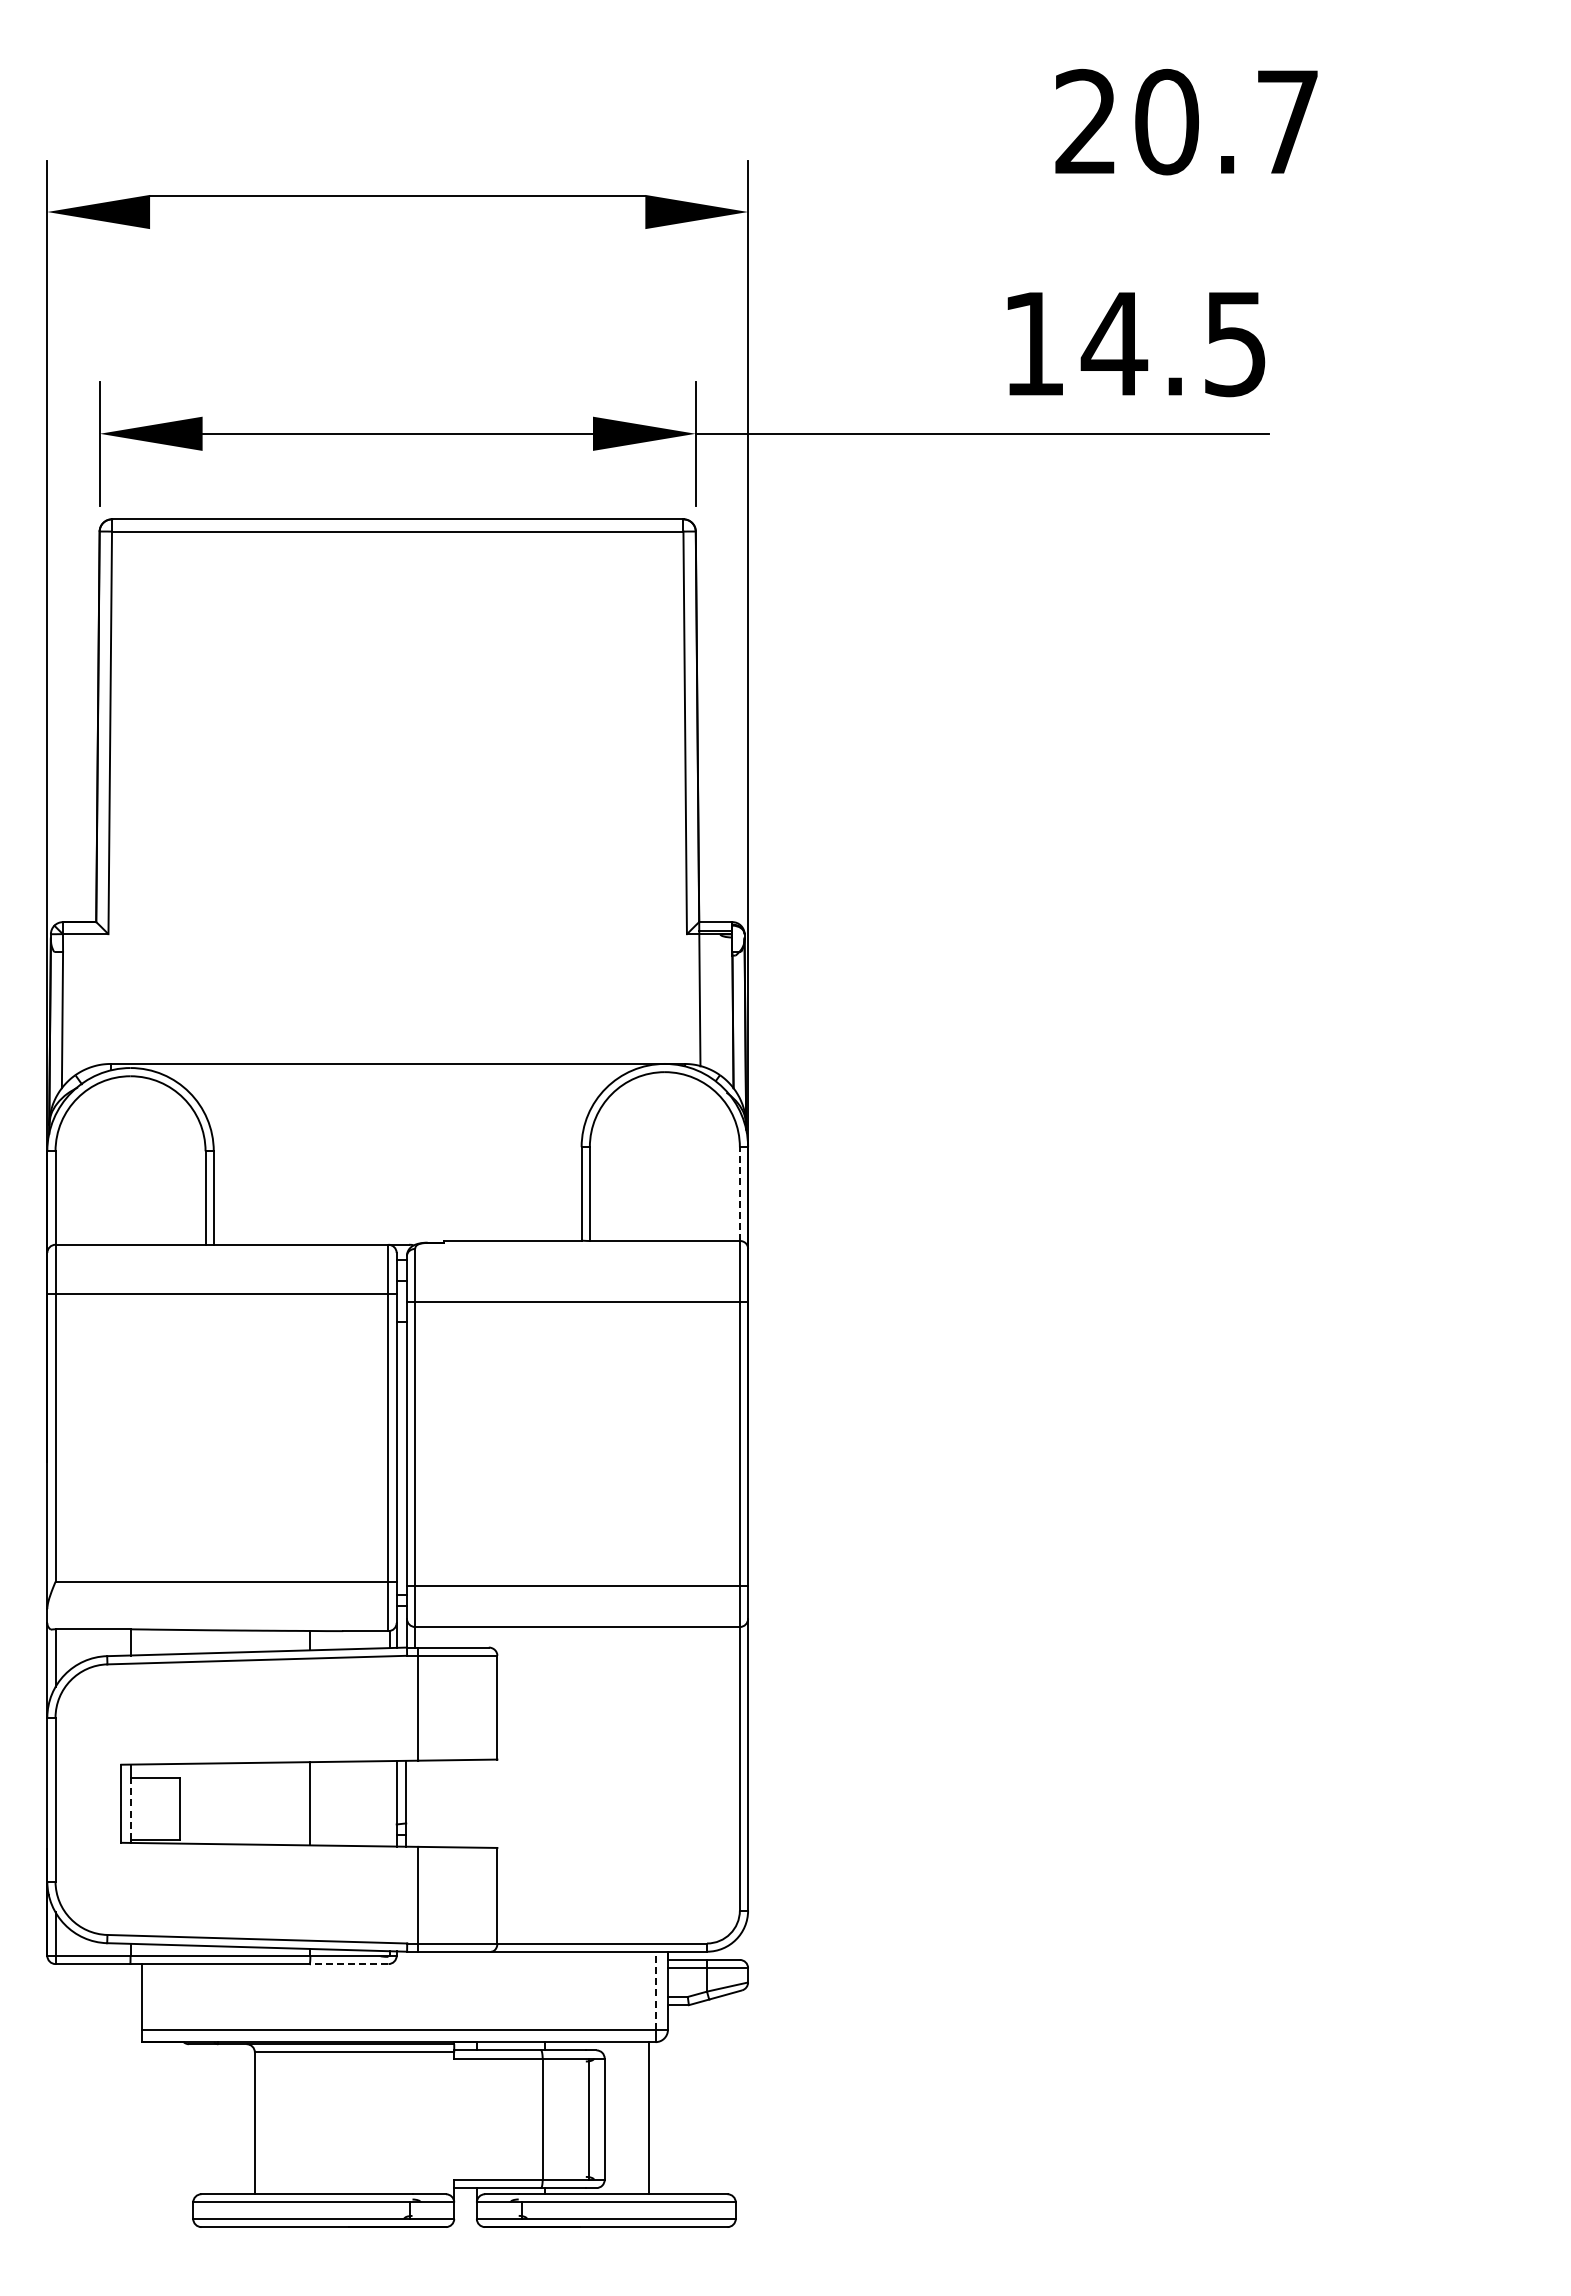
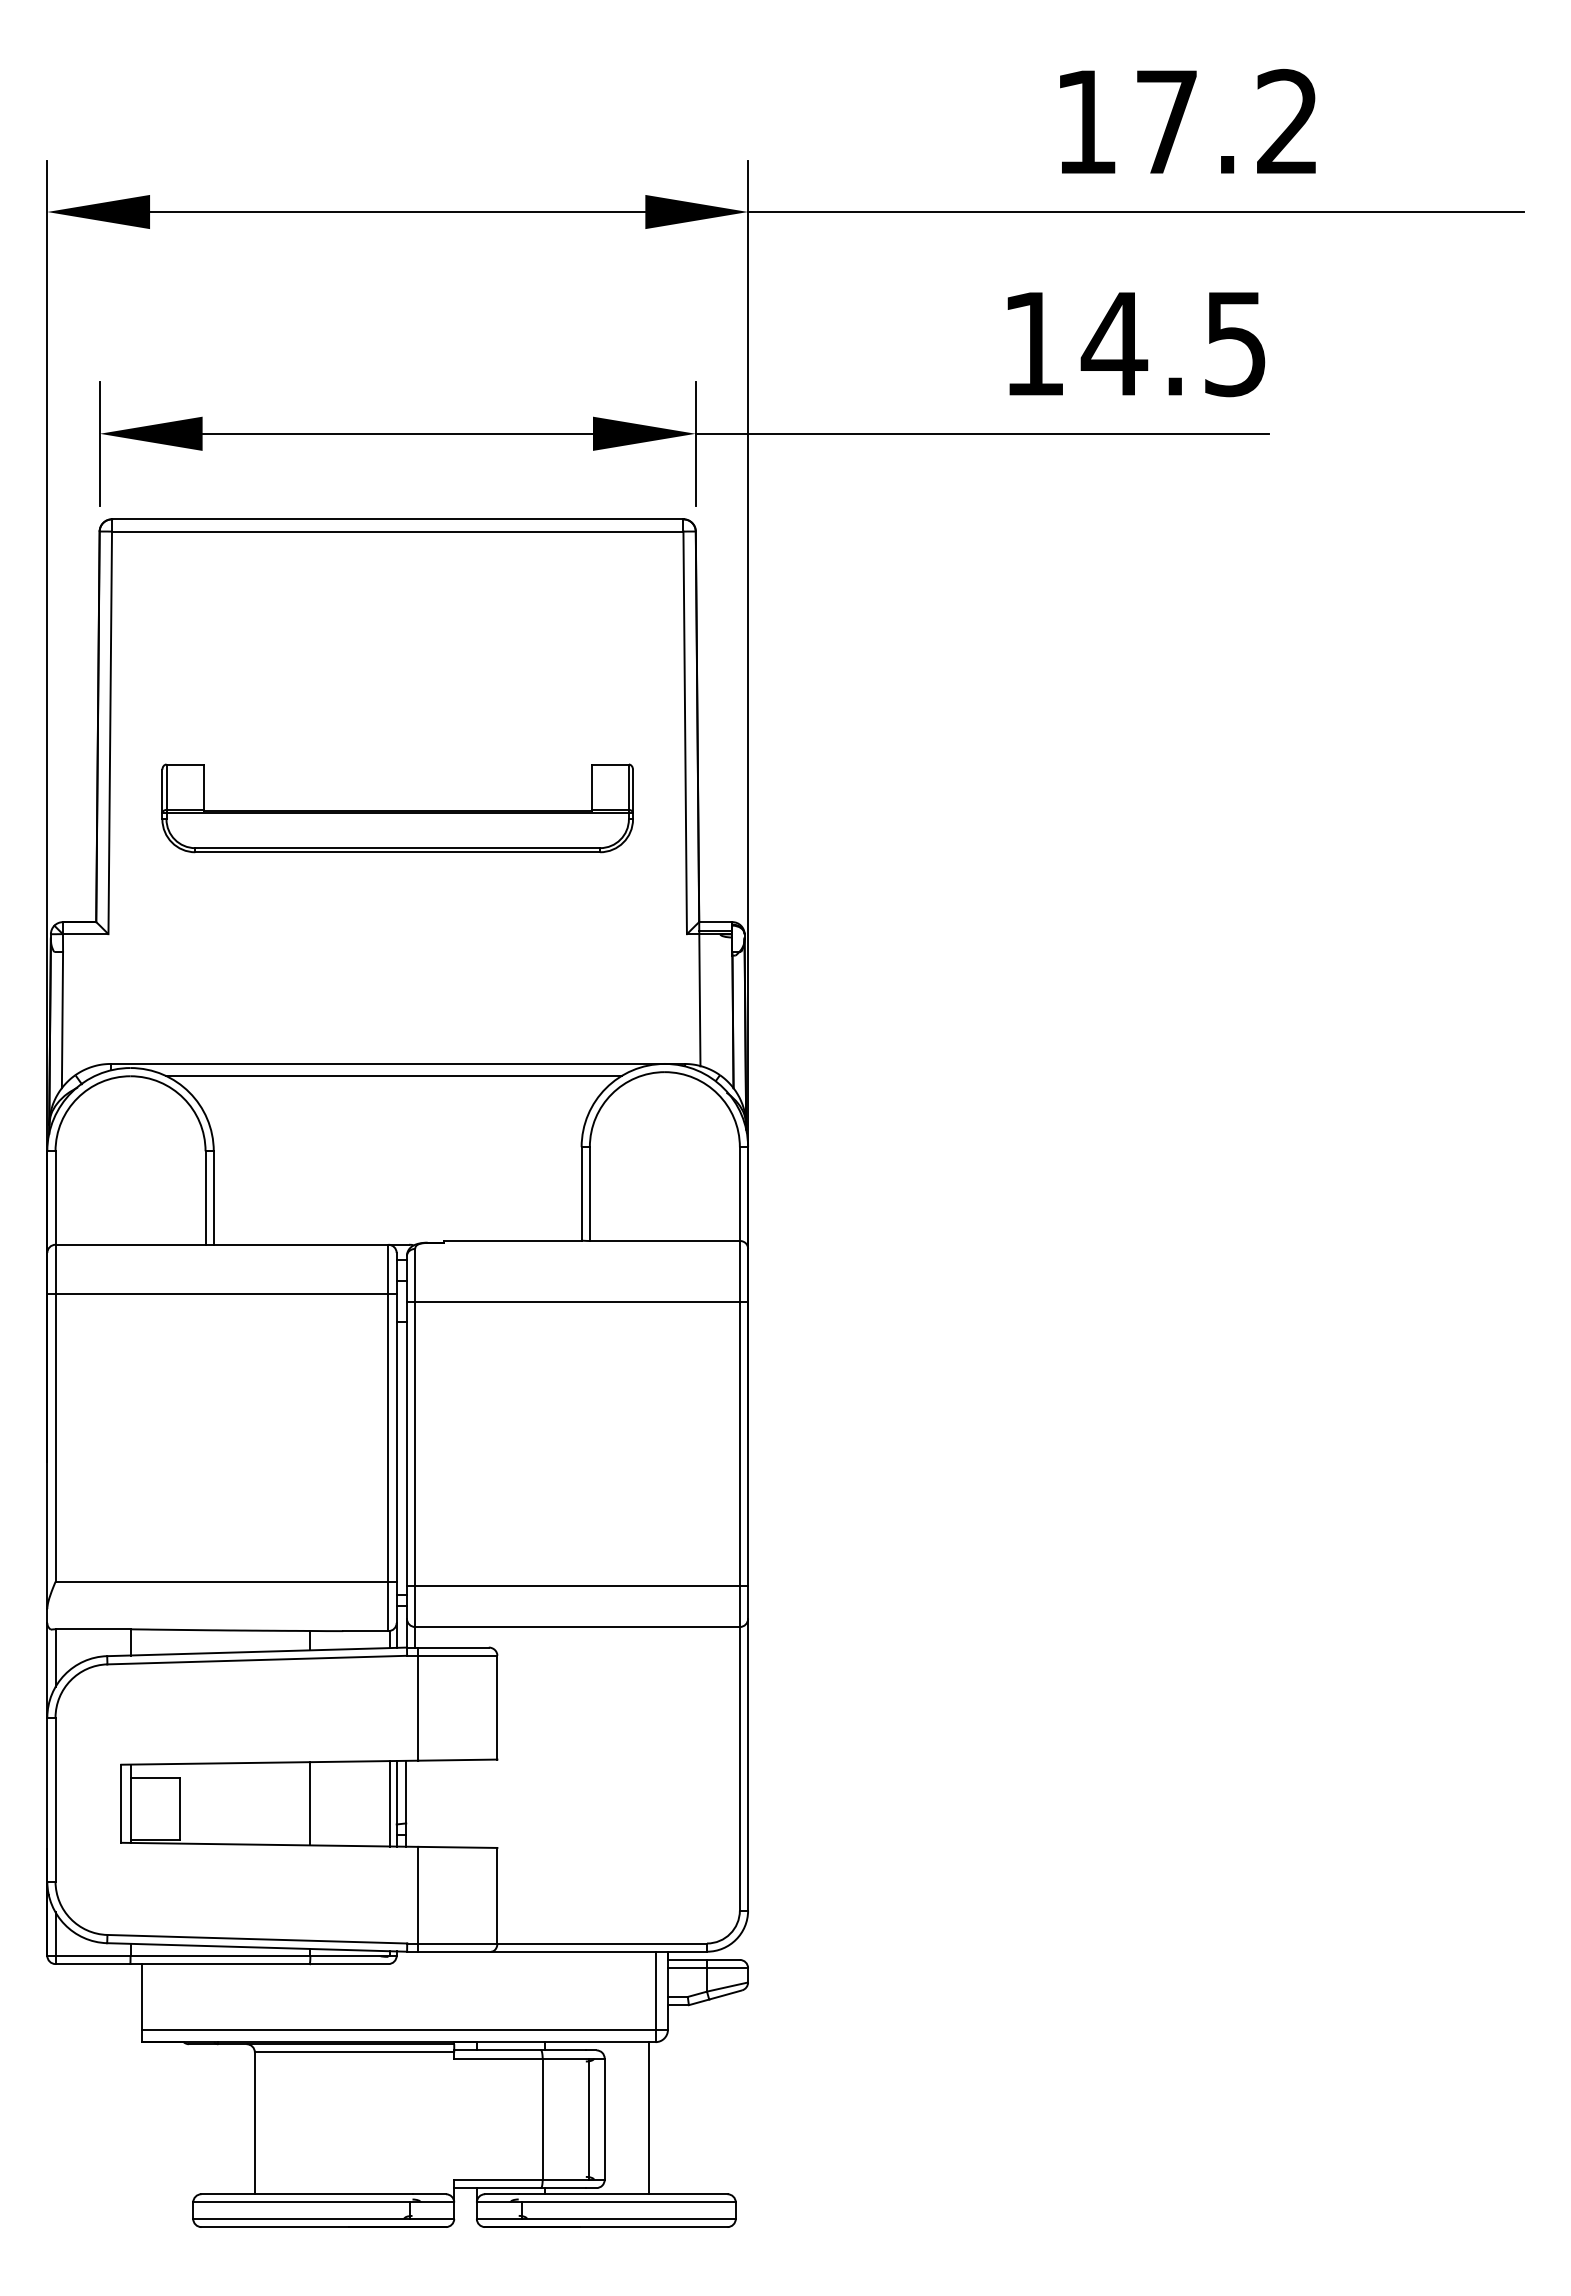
text at (1186, 121): 20.7 -> 17.2
line at (397, 196) position: (397, 196) -> (397, 212)
line at (1135, 212): none -> present
part at (397, 808): none -> present
line at (393, 1076): none -> present
line at (739, 1194): dashed -> solid
line at (389, 1803): none -> present
line at (130, 1808): dashed -> solid
line at (348, 1964): dashed -> solid
line at (655, 1990): dashed -> solid
